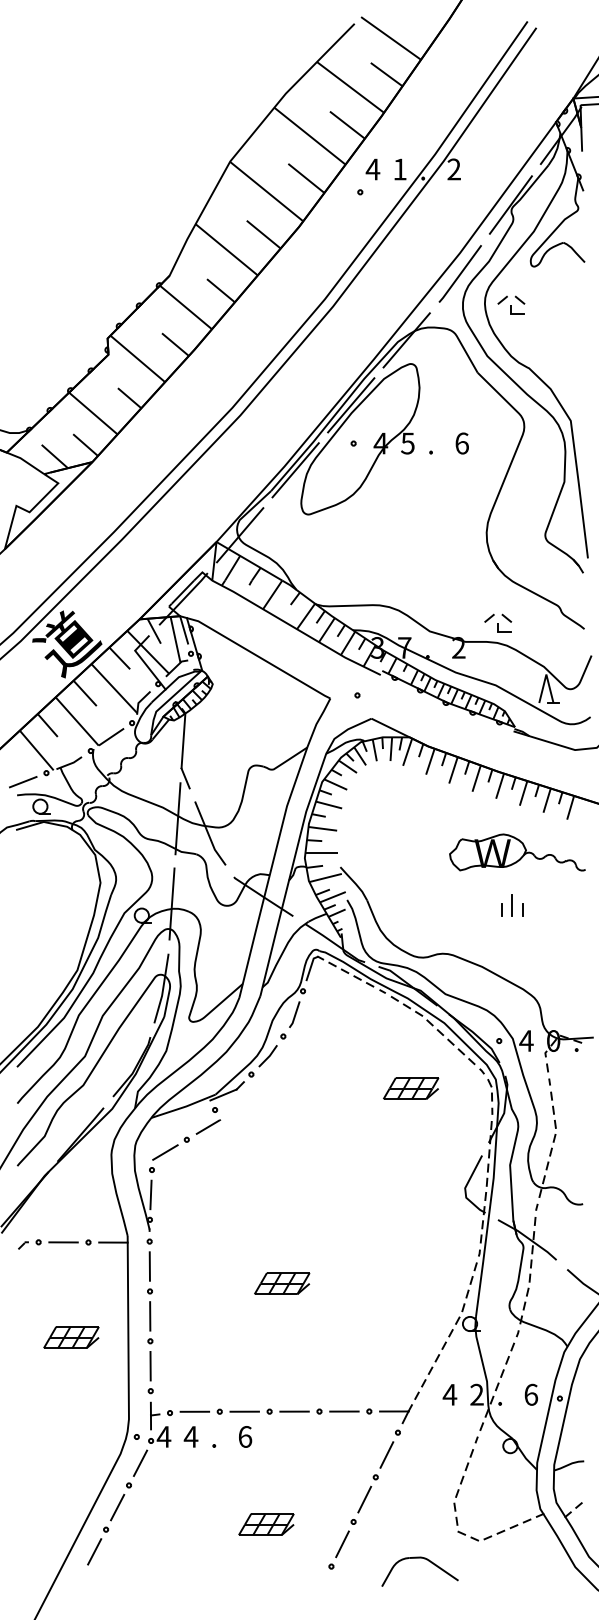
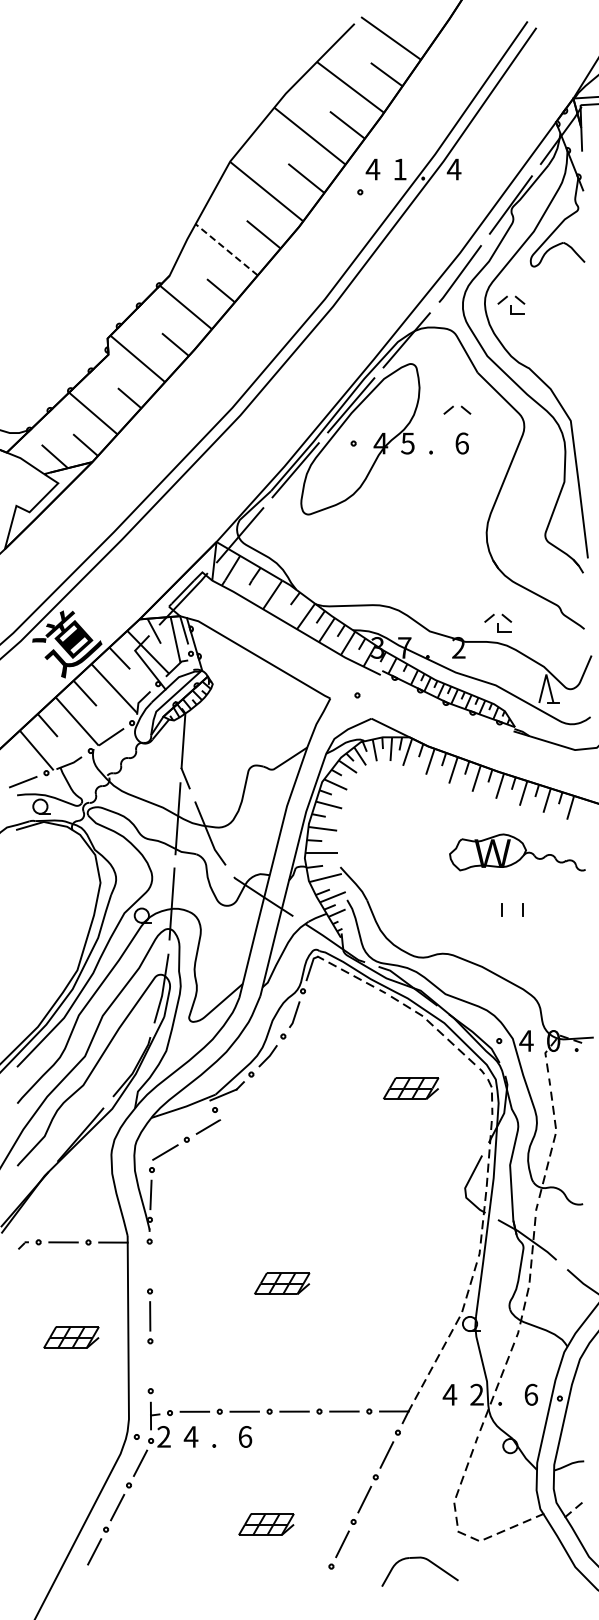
text at (453, 169): 2 -> 4
line at (226, 249): solid -> dashed
part at (457, 409): none -> present
line at (511, 905): present -> none
line at (149, 1266): present -> none
line at (150, 1365): present -> none
text at (163, 1436): 4 -> 2
